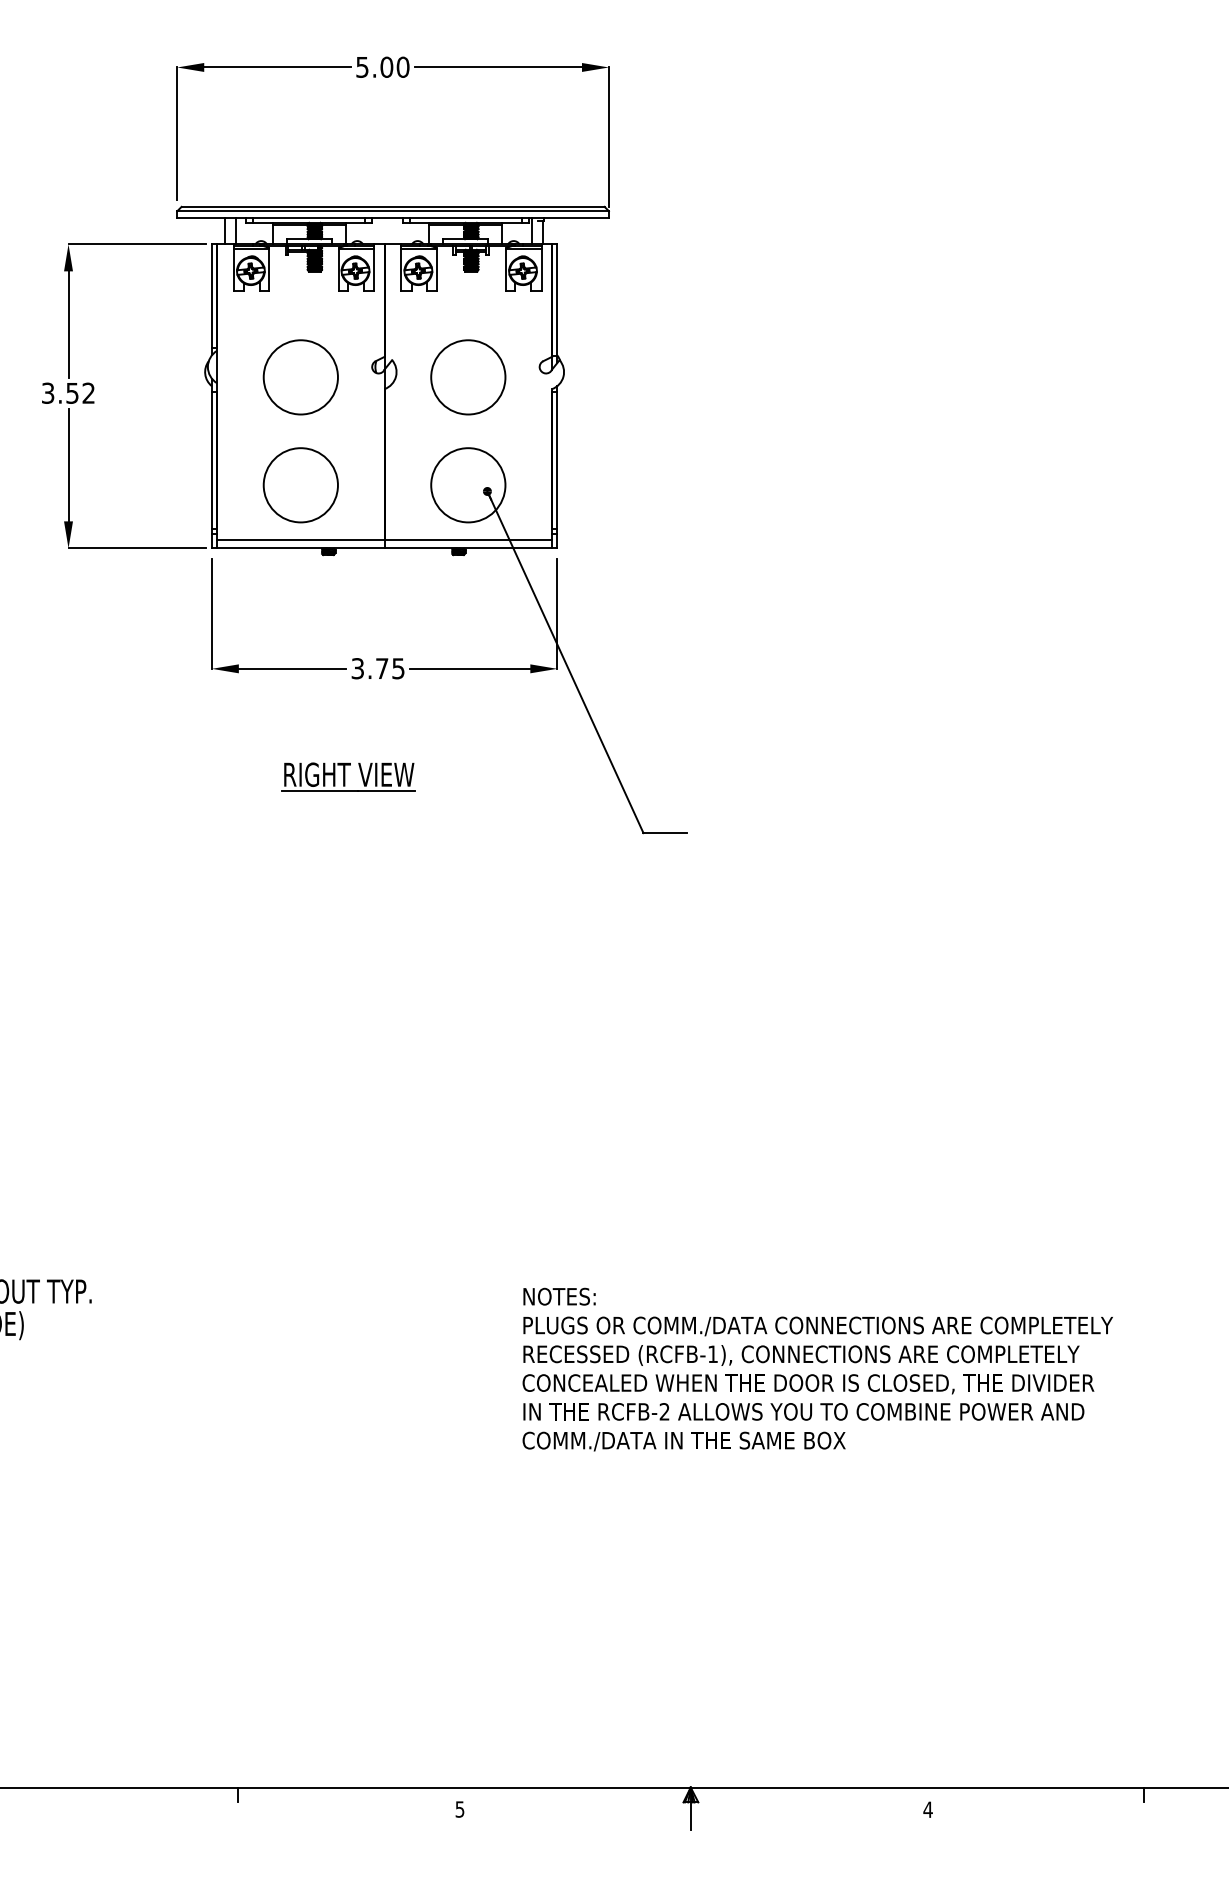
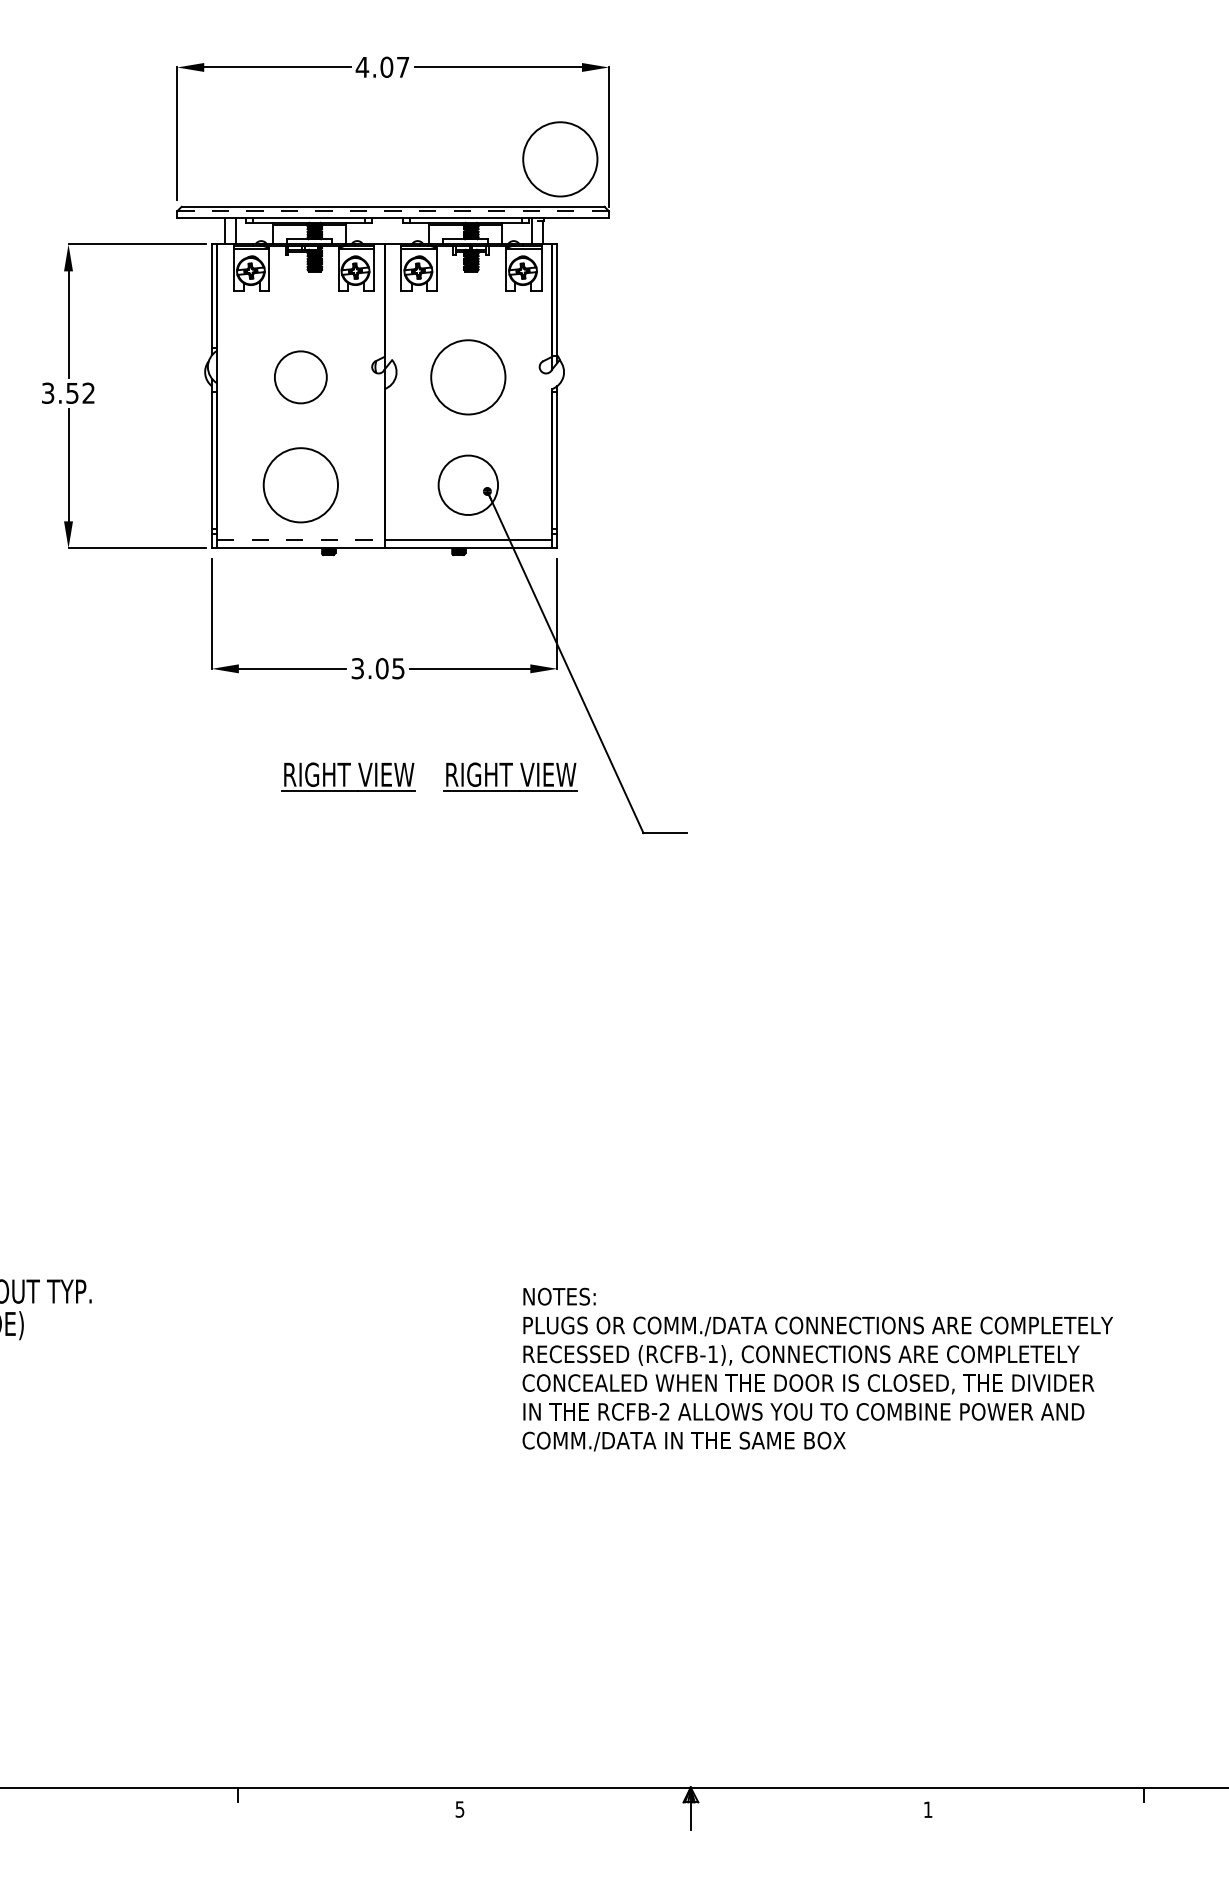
text at (382, 66): 5.00 -> 4.07
circle at (560, 159): none -> present
line at (393, 211): solid -> dashed
circle at (300, 377) diameter: 74 px -> 52 px
circle at (468, 485) diameter: 74 px -> 59 px
line at (300, 540): solid -> dashed
text at (381, 668): 3.75 -> 3.05
part at (510, 776): none -> present
text at (927, 1809): 4 -> 1
